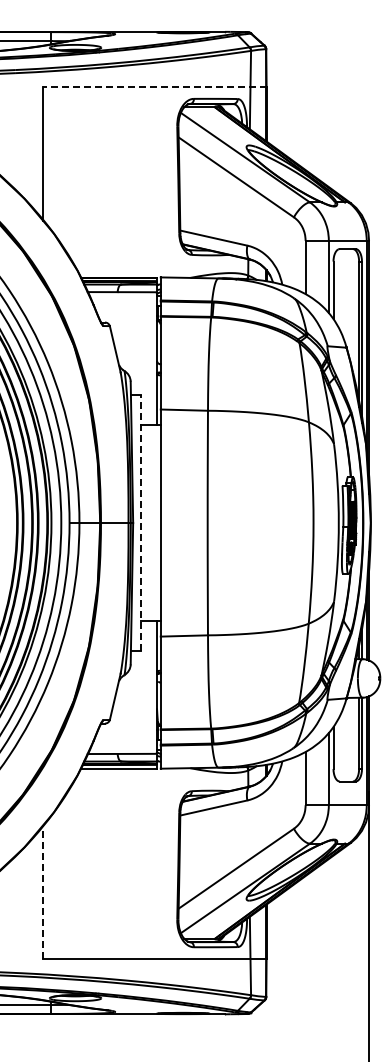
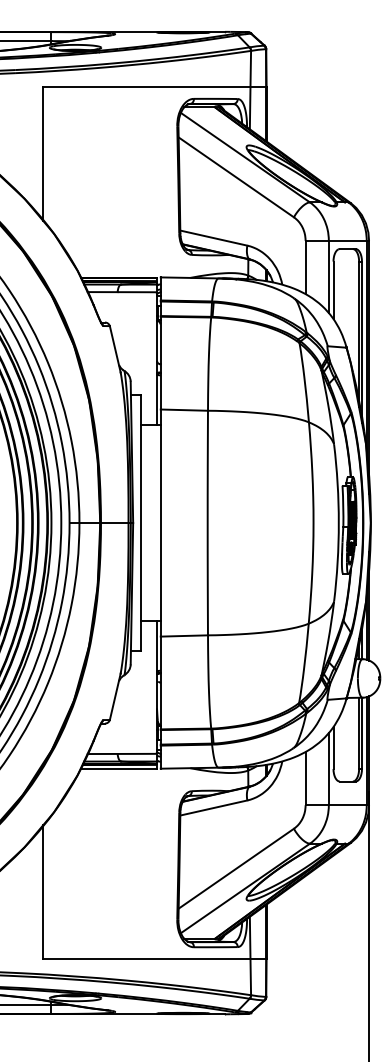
line at (154, 86): dashed -> solid
line at (140, 523): dashed -> solid
line at (42, 892): dashed -> solid
